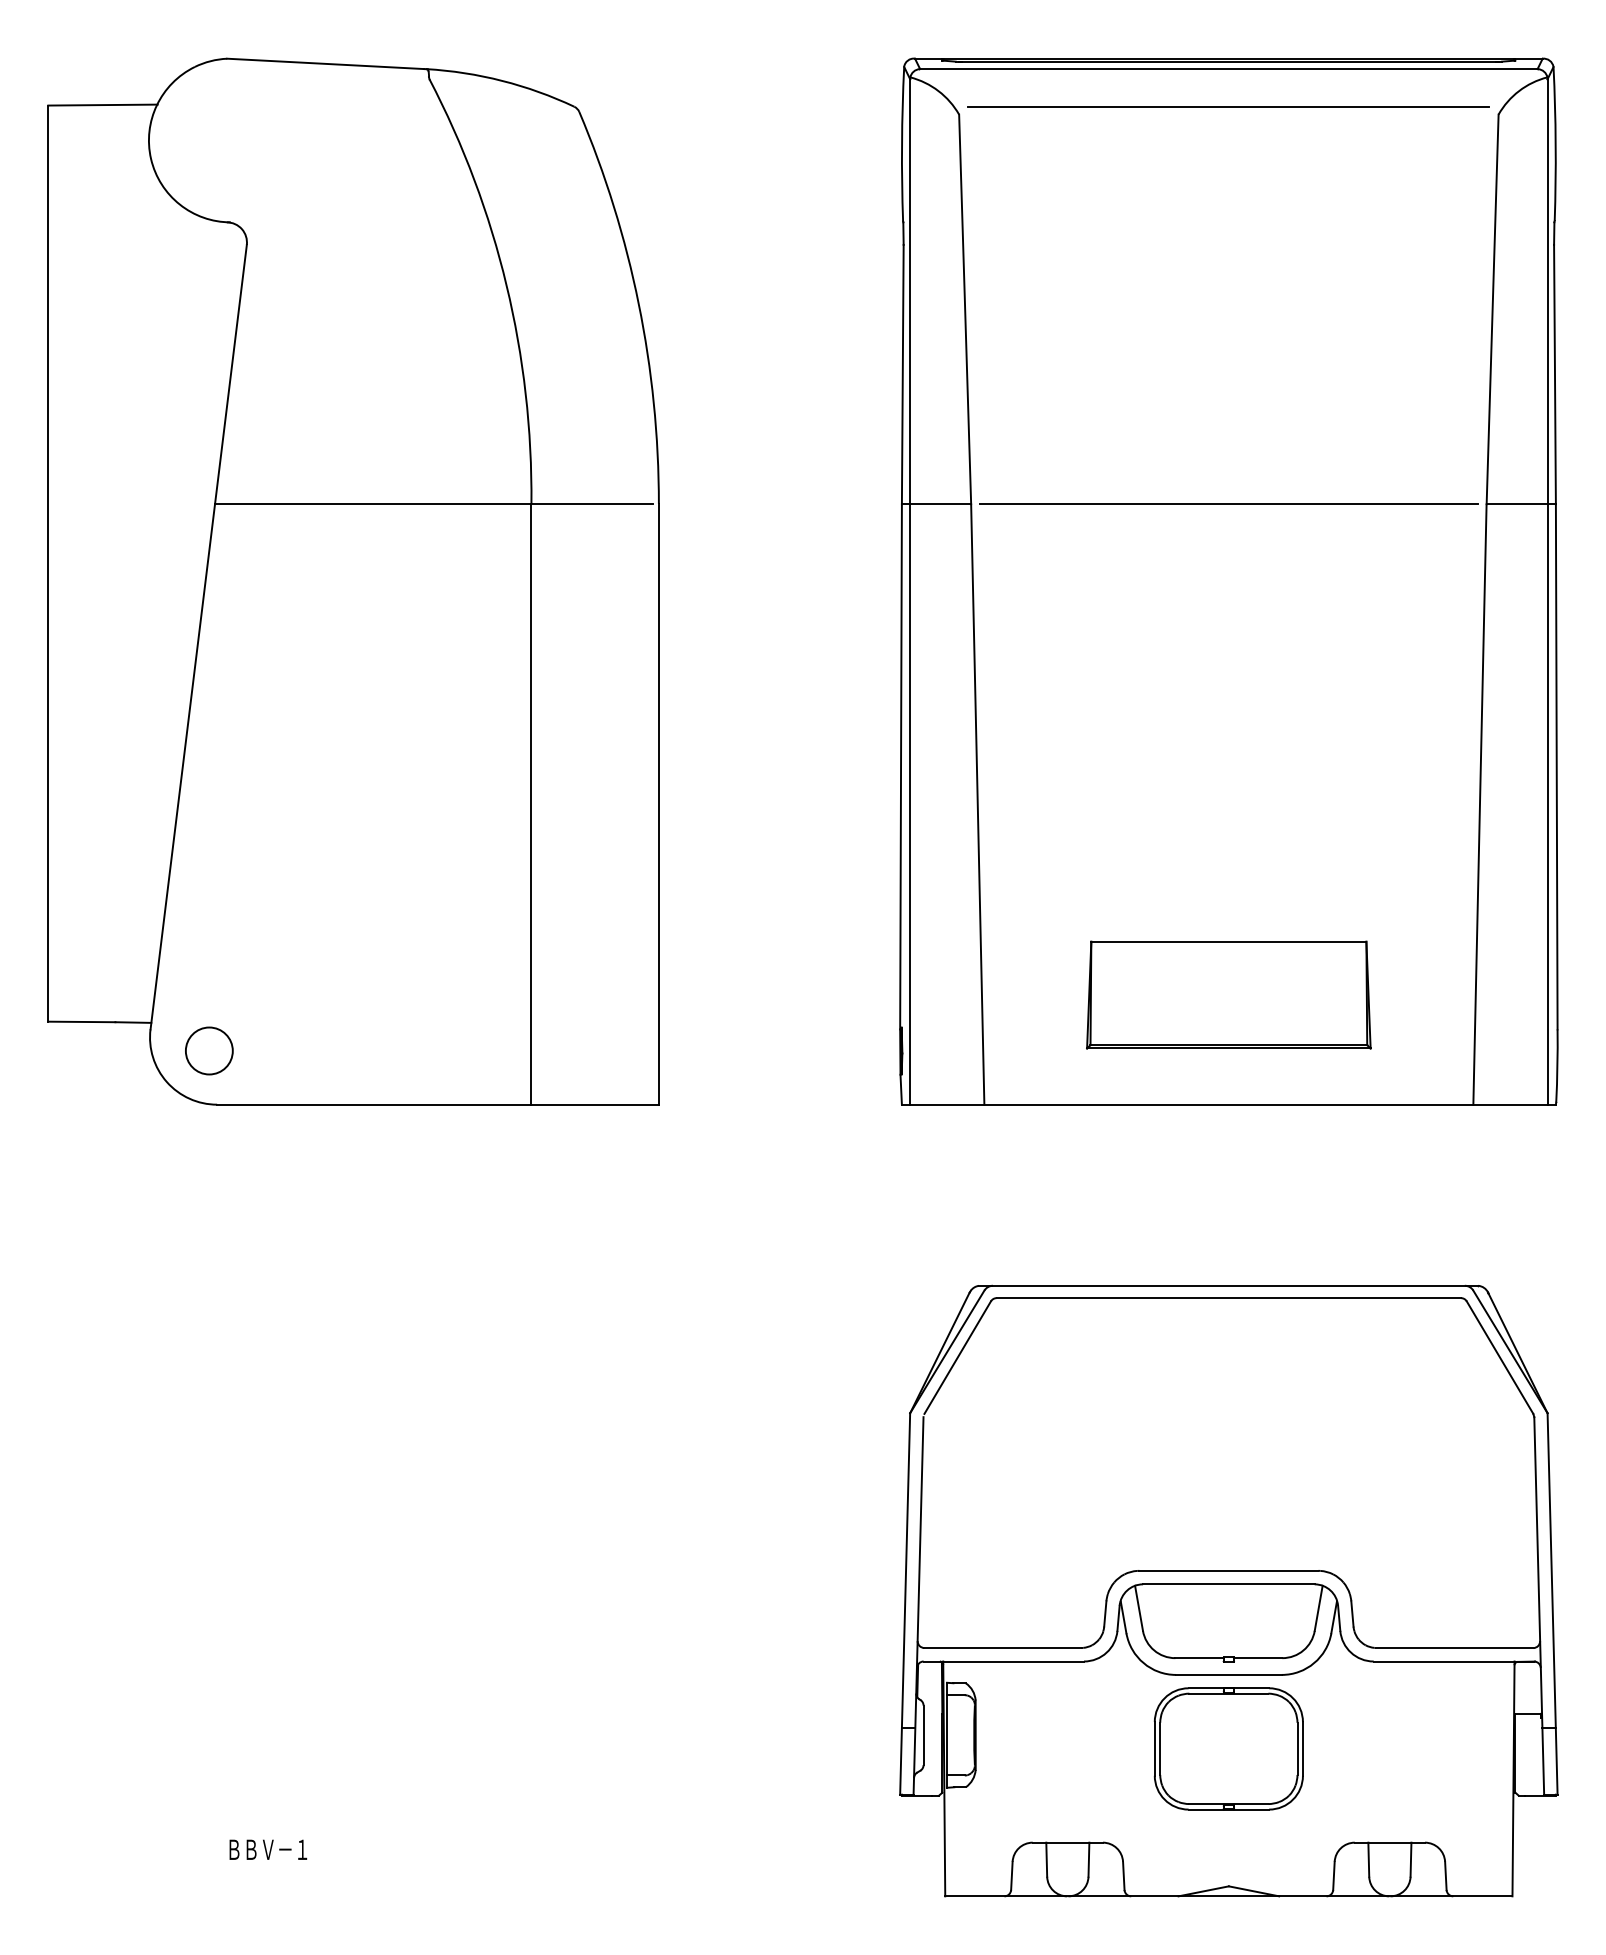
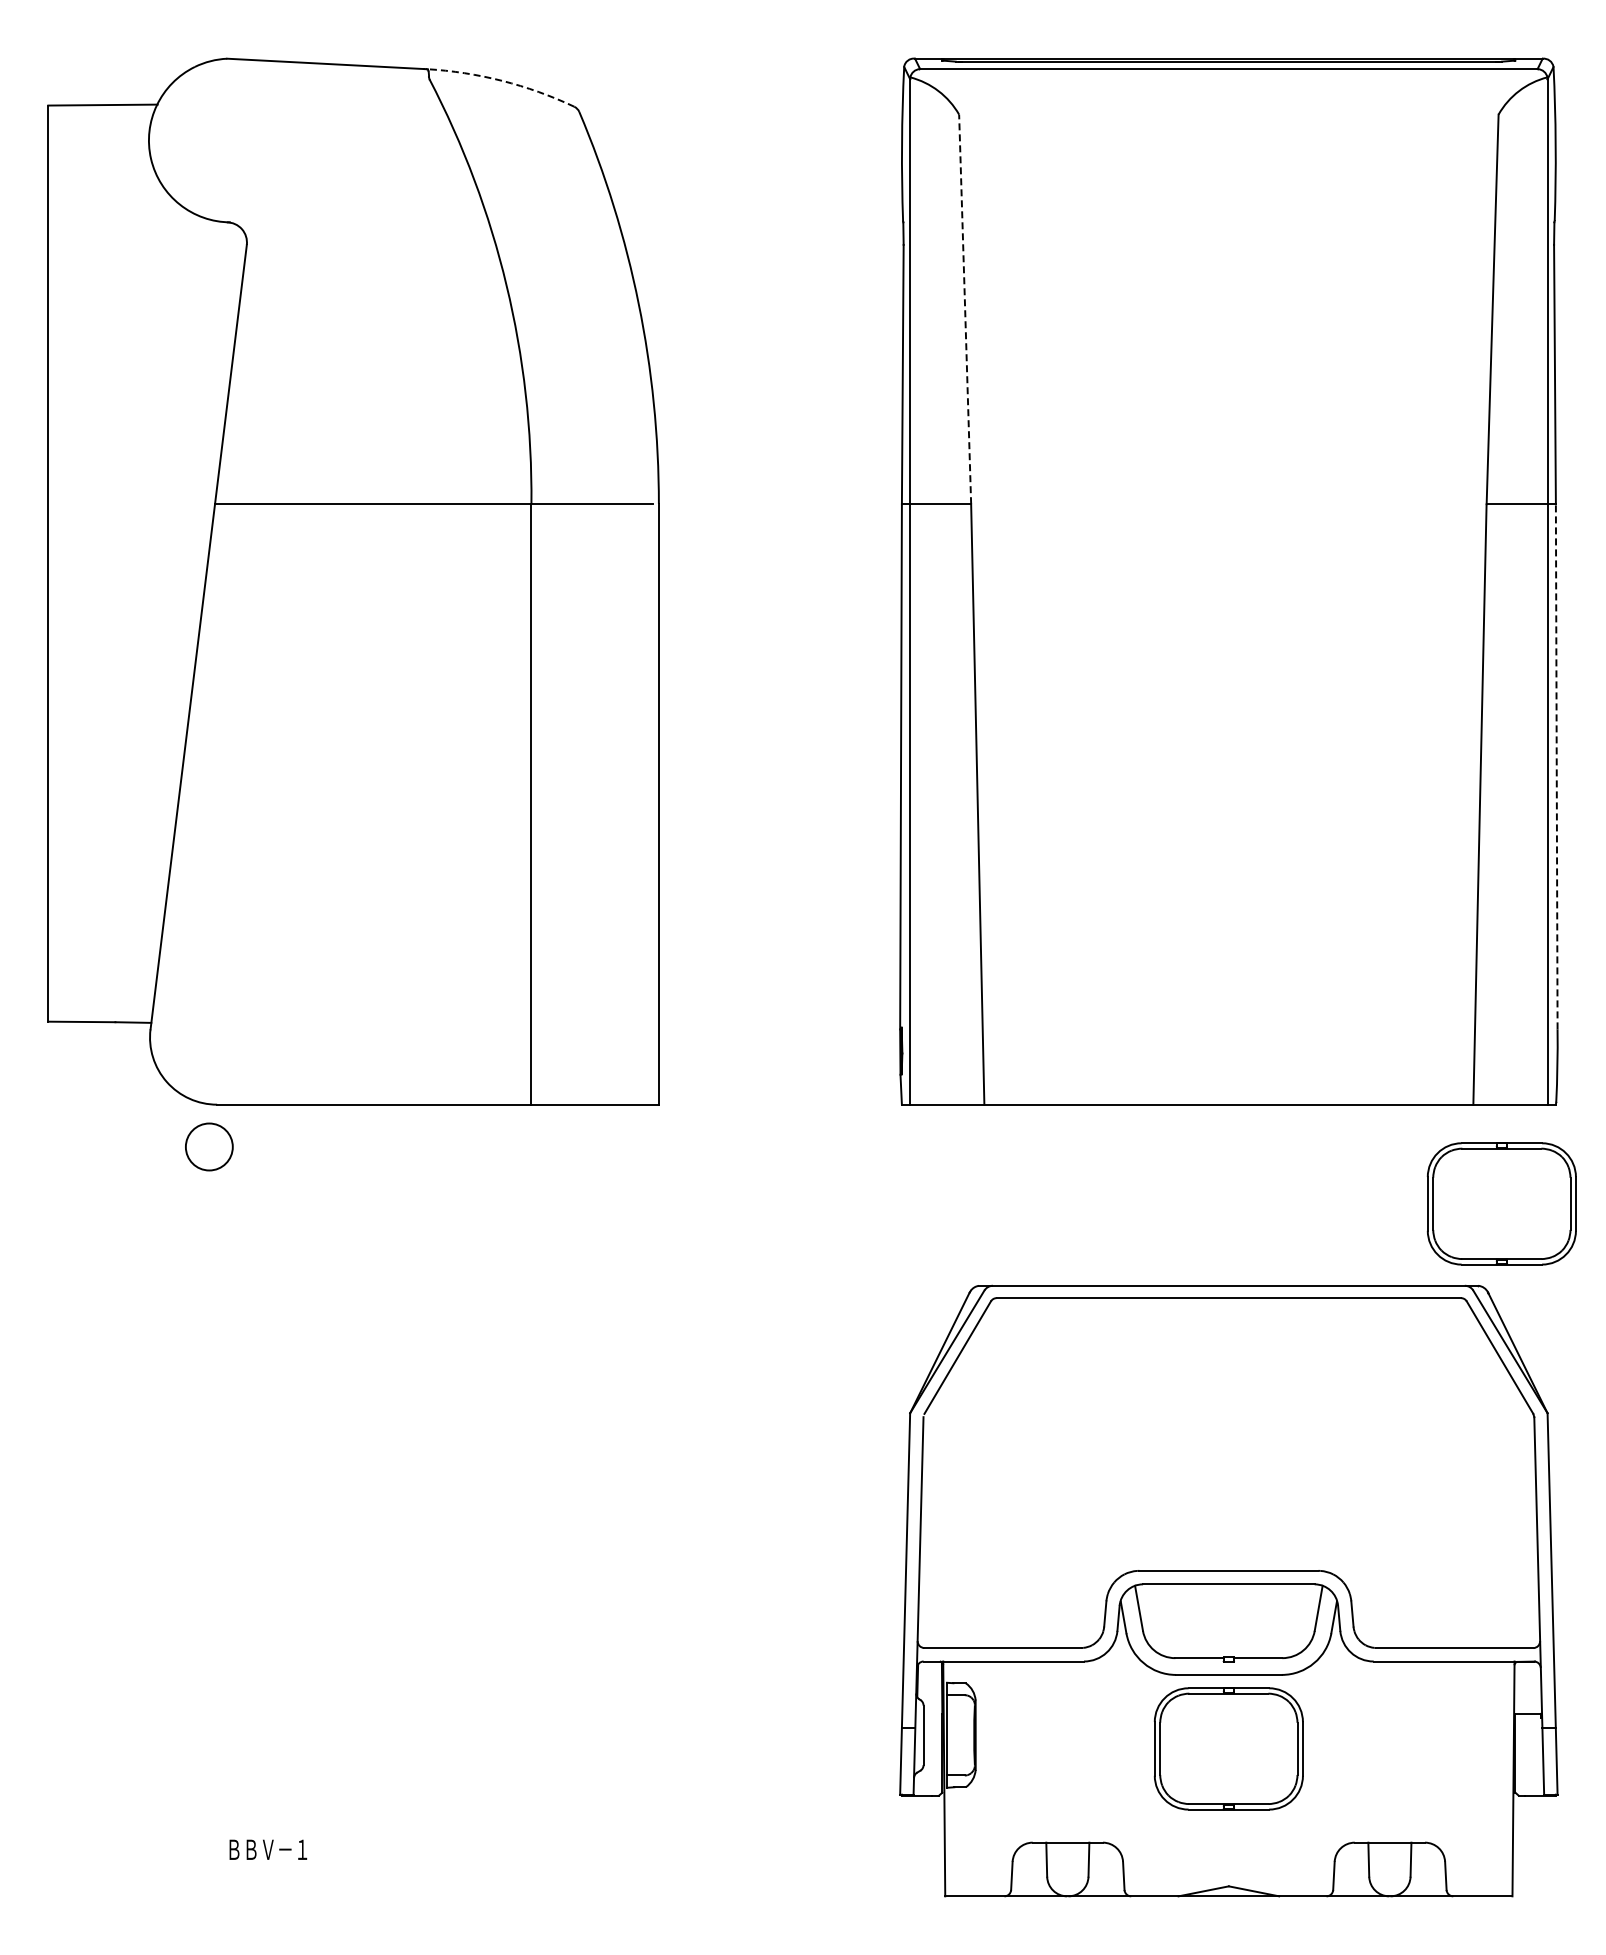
arc at (502, 80): solid -> dashed
line at (1228, 106): present -> none
line at (965, 309): solid -> dashed
line at (1228, 504): present -> none
line at (1556, 766): solid -> dashed
part at (1228, 994): present -> none
circle at (209, 1050) position: (209, 1050) -> (209, 1146)
part at (1501, 1203): none -> present
